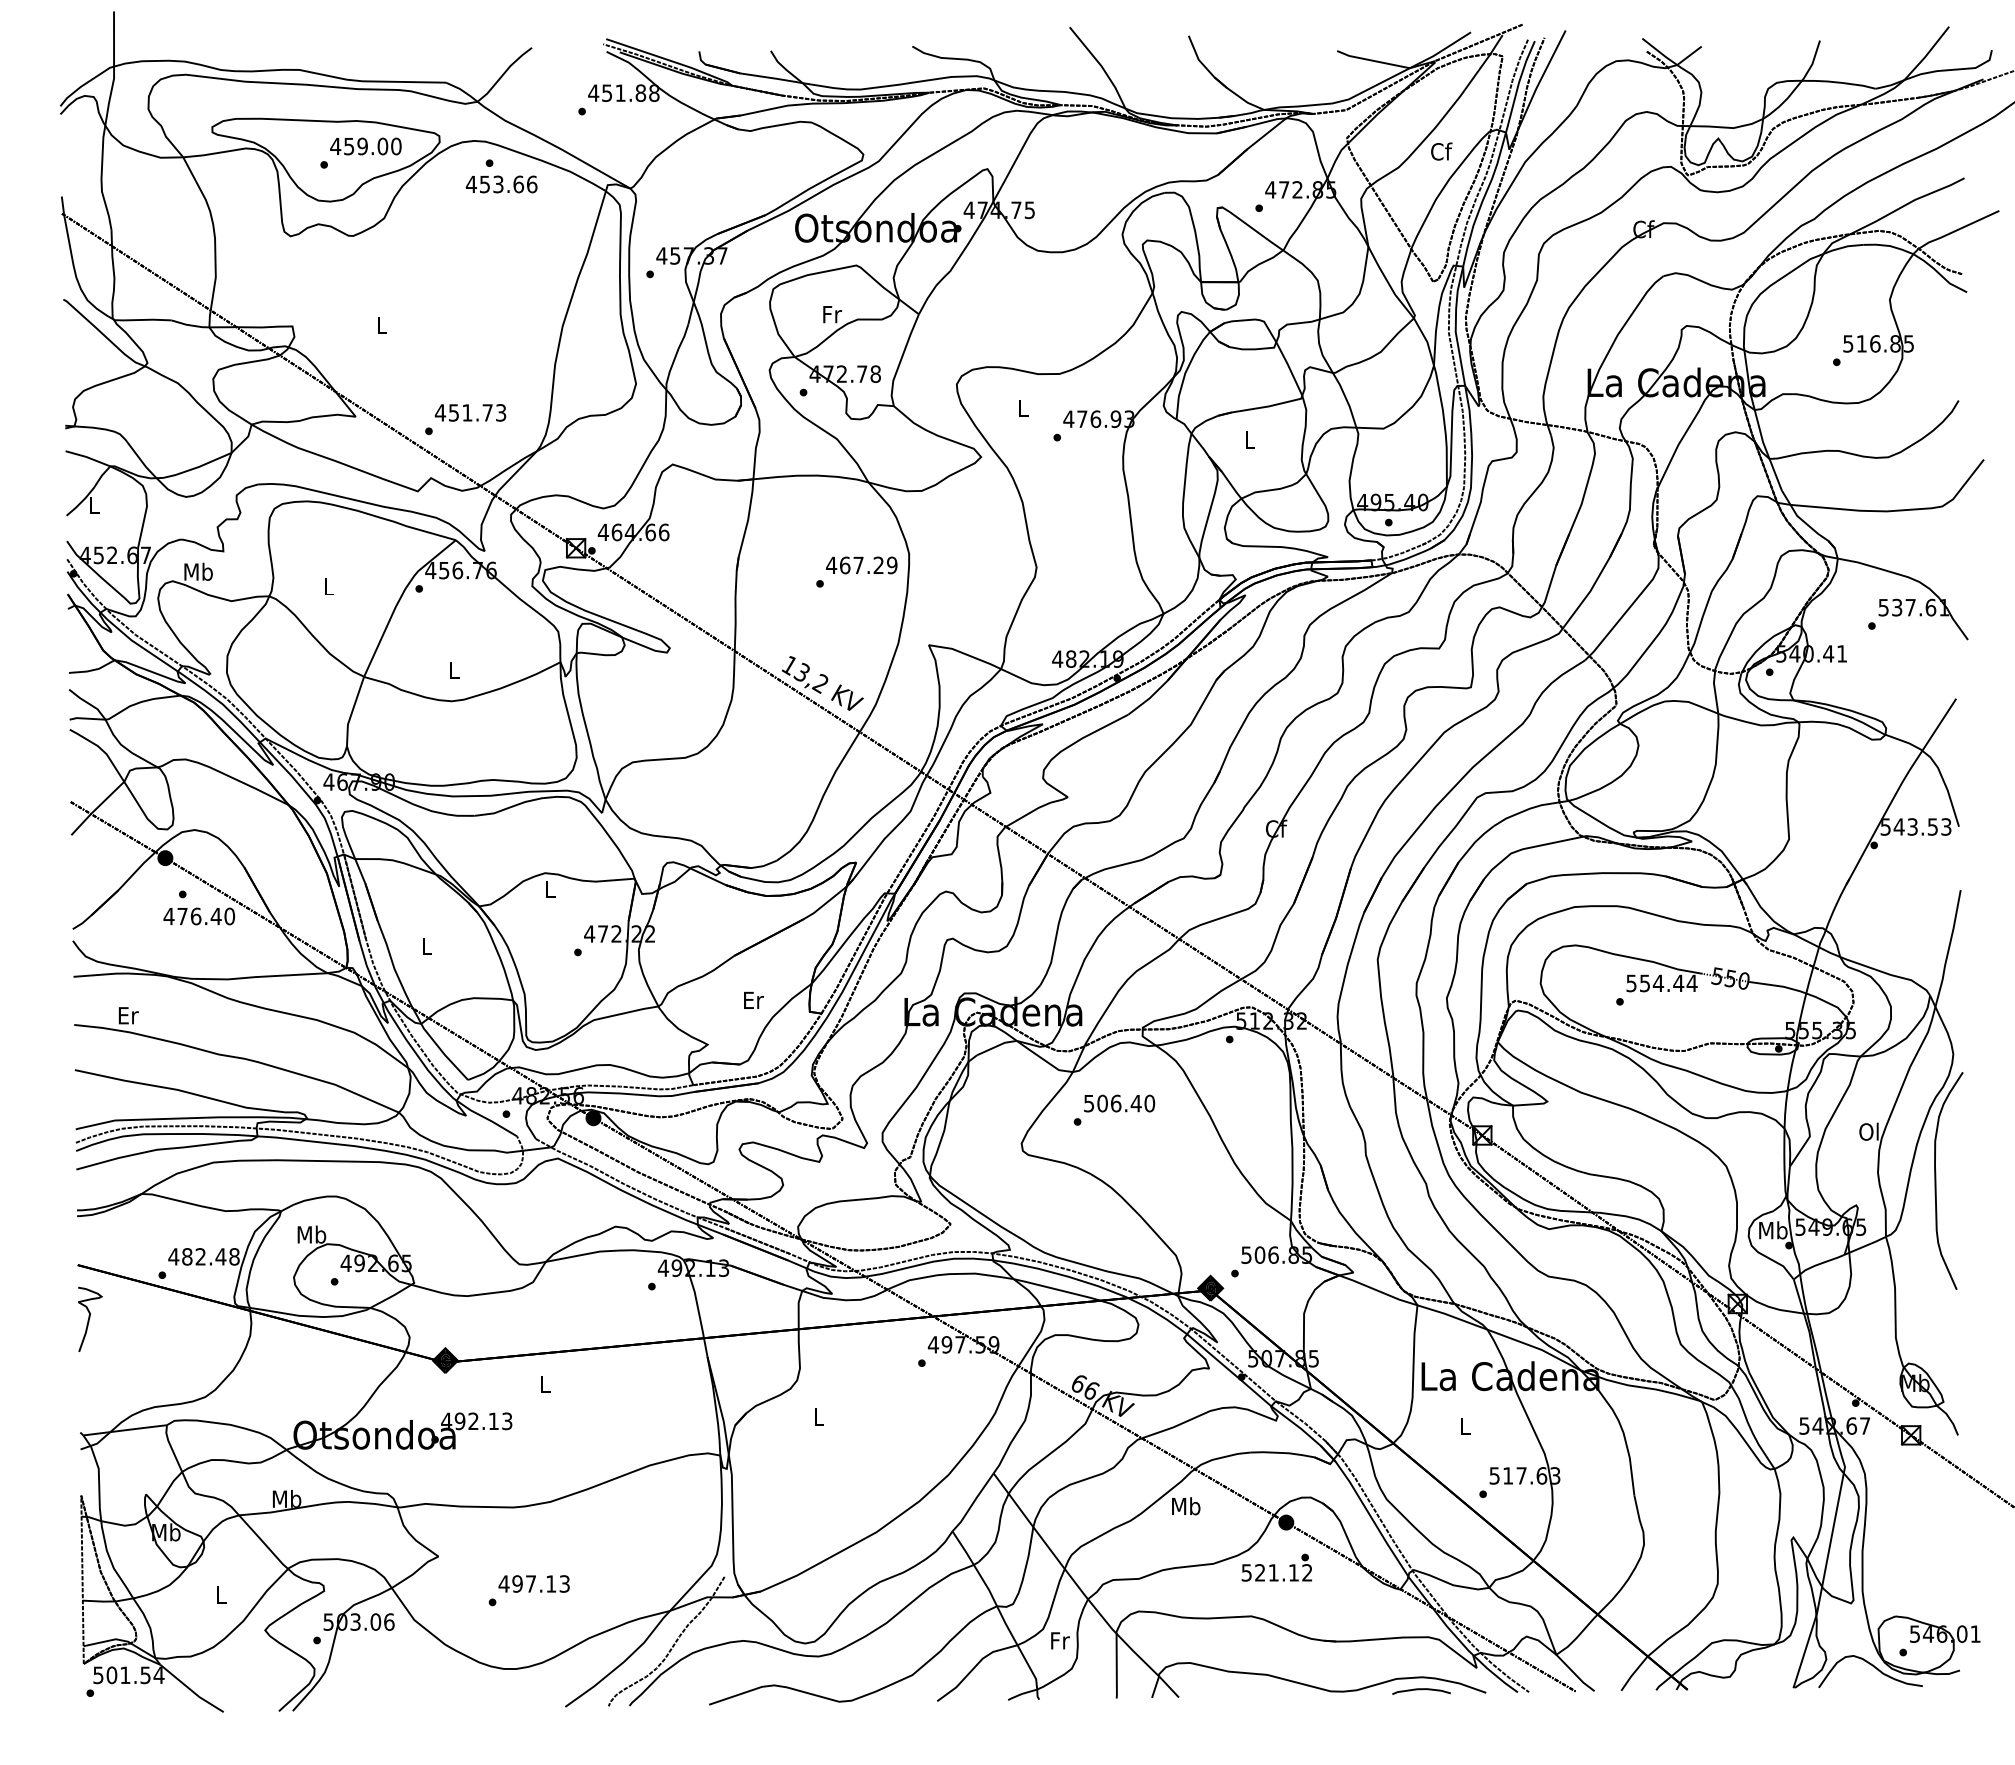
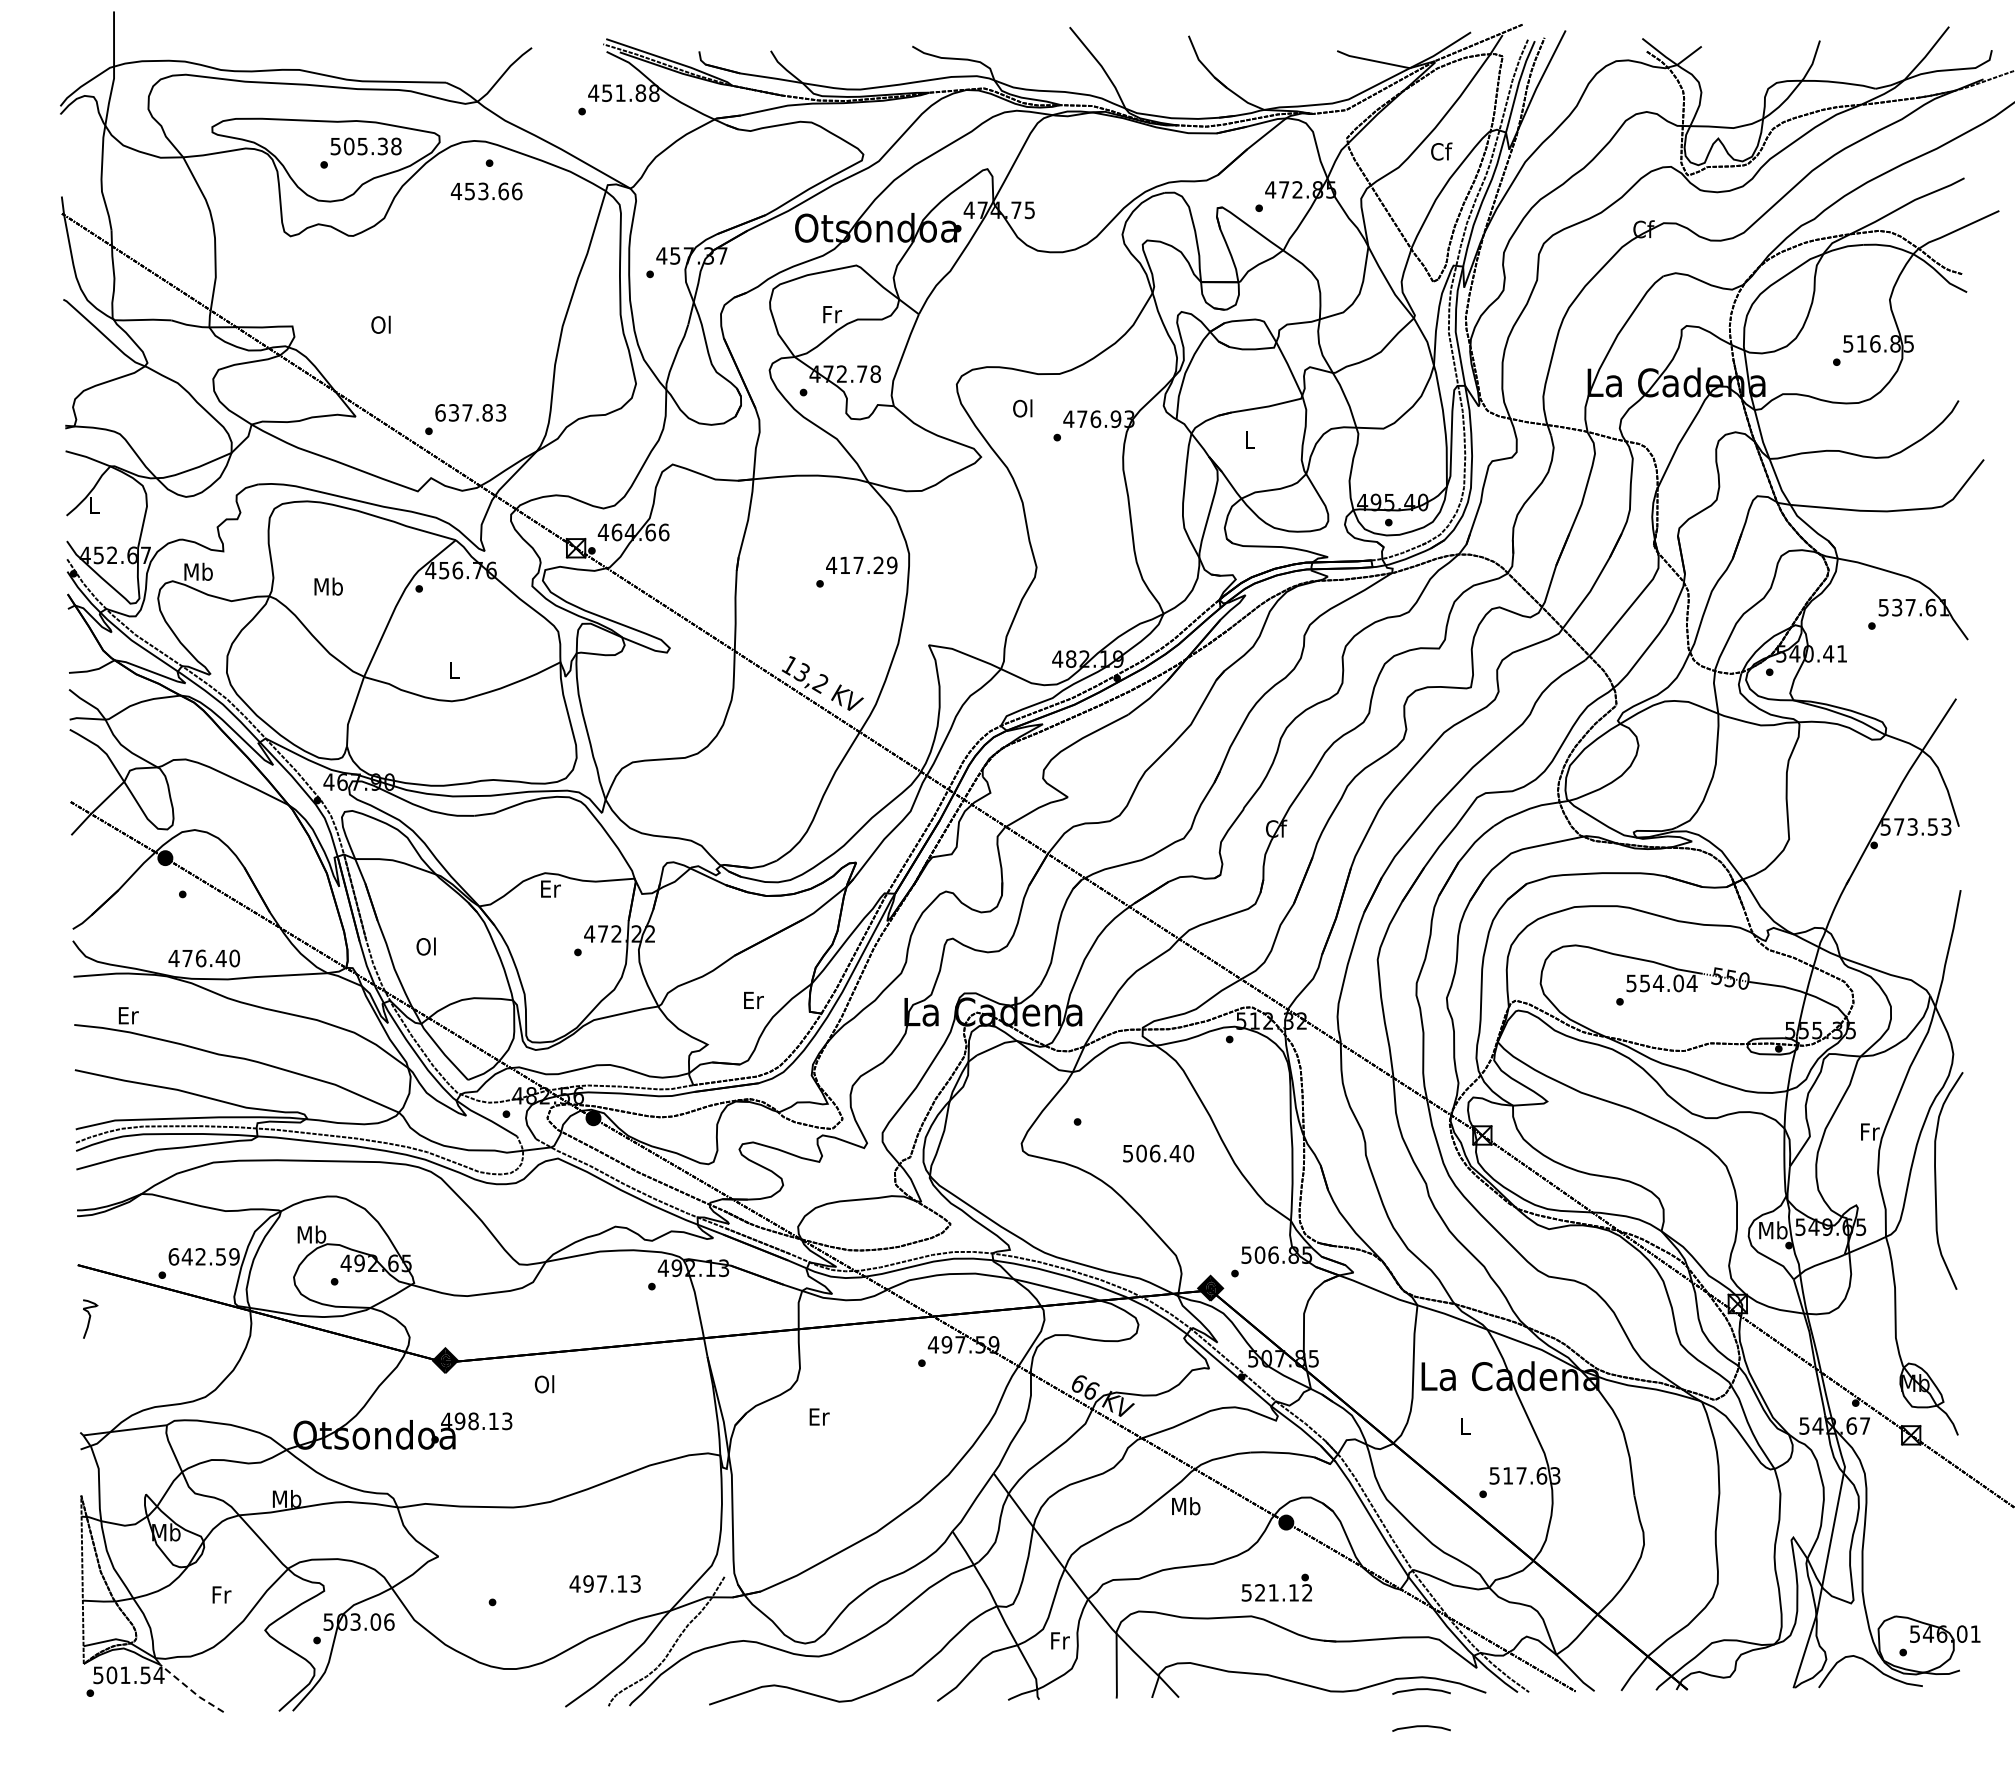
text at (365, 146): 459.00 -> 505.38
text at (501, 184) position: (501, 184) -> (486, 191)
text at (380, 324): L -> Ol
text at (1022, 408): L -> Ol
text at (463, 412): 451.73 -> 637.83
text at (845, 565): 467.29 -> 417.29
text at (328, 586): L -> Mb
text at (1898, 826): 543.53 -> 573.53
text at (550, 888): L -> Er
text at (199, 916) position: (199, 916) -> (204, 958)
text at (425, 946): L -> Ol
text at (1678, 983): 554.44 -> 554.04
text at (1119, 1103) position: (1119, 1103) -> (1158, 1153)
text at (1869, 1131): Ol -> Fr
text at (203, 1256): 482.48 -> 642.59
part at (90, 1318) size: 25x66 px -> 16x40 px
text at (544, 1384): L -> Ol
text at (819, 1416): L -> Er
text at (473, 1421): 492.13 -> 498.13
text at (1276, 1567) position: (1276, 1567) -> (1276, 1587)
text at (533, 1583) position: (533, 1583) -> (604, 1583)
text at (221, 1594): L -> Fr
line at (191, 1690): solid -> dashed
curve at (1421, 1727): none -> present
